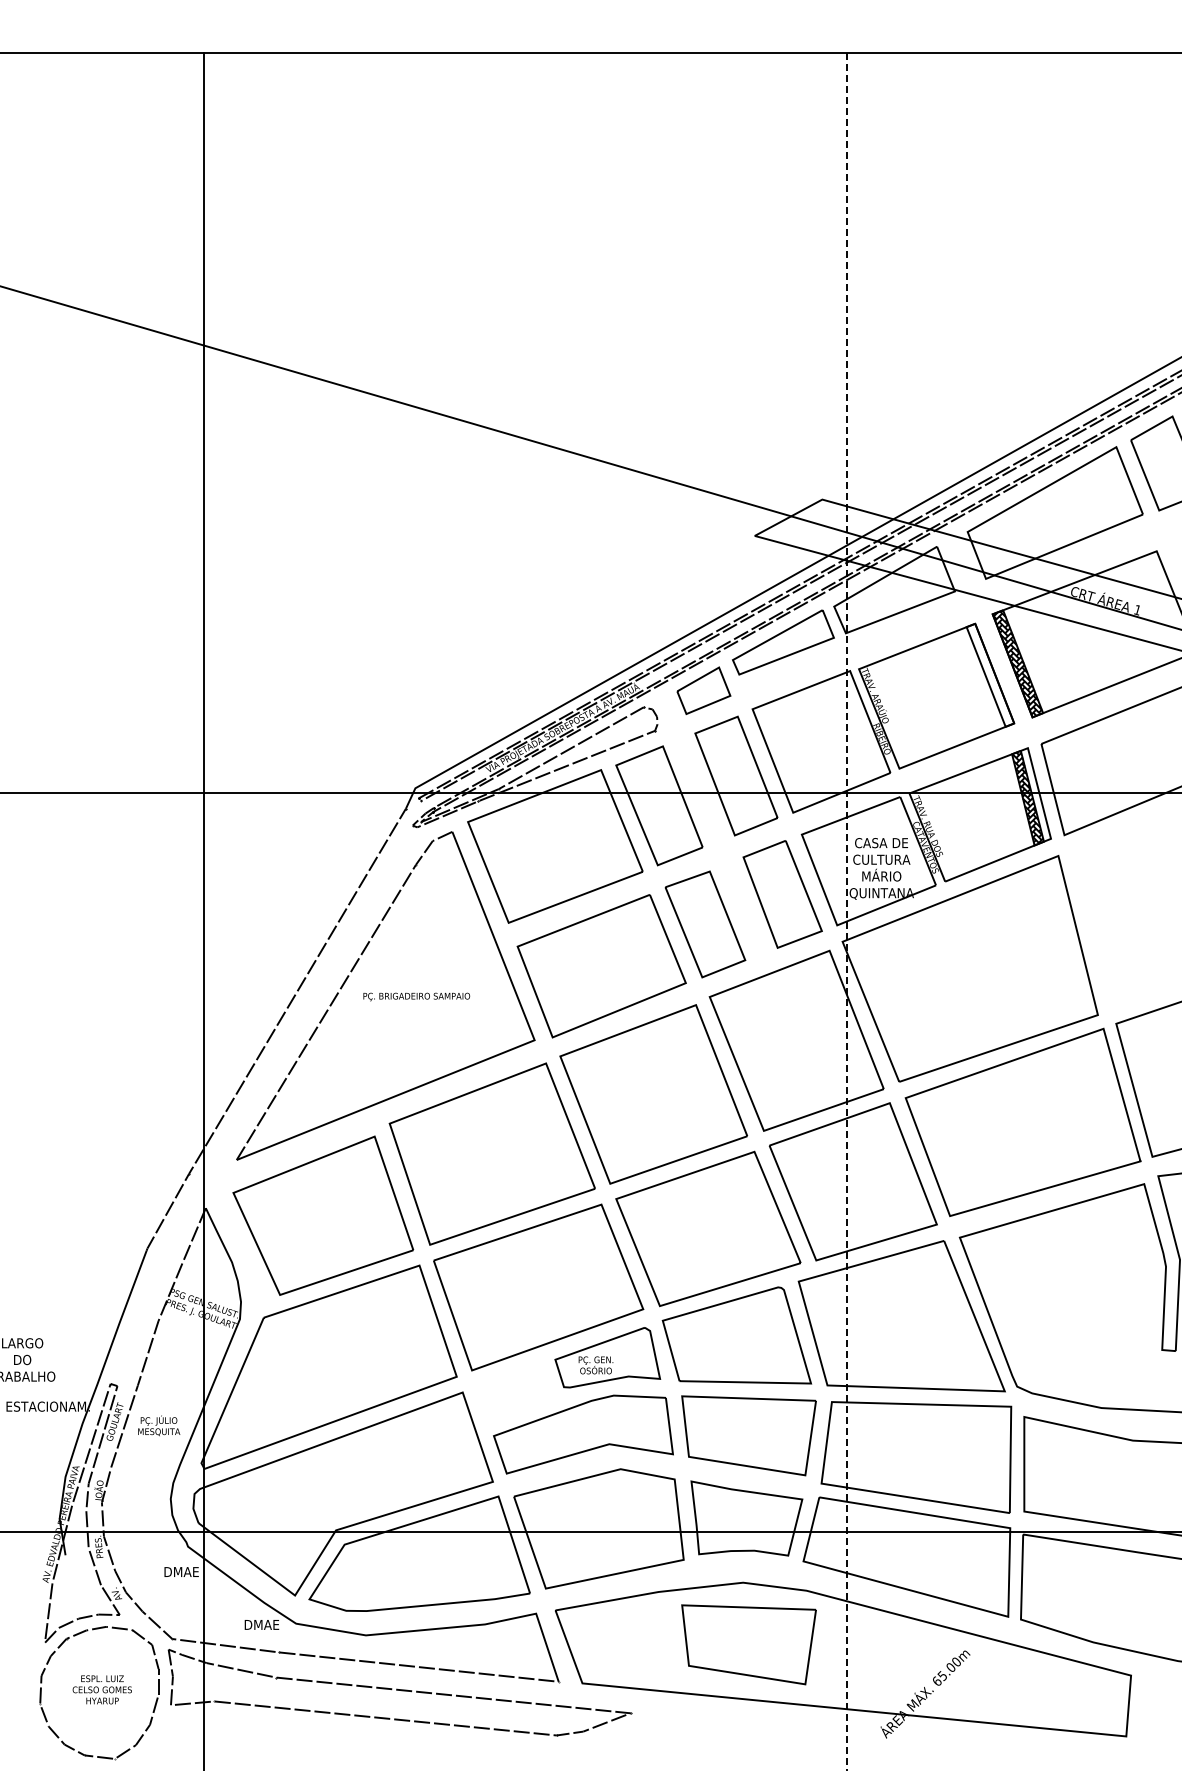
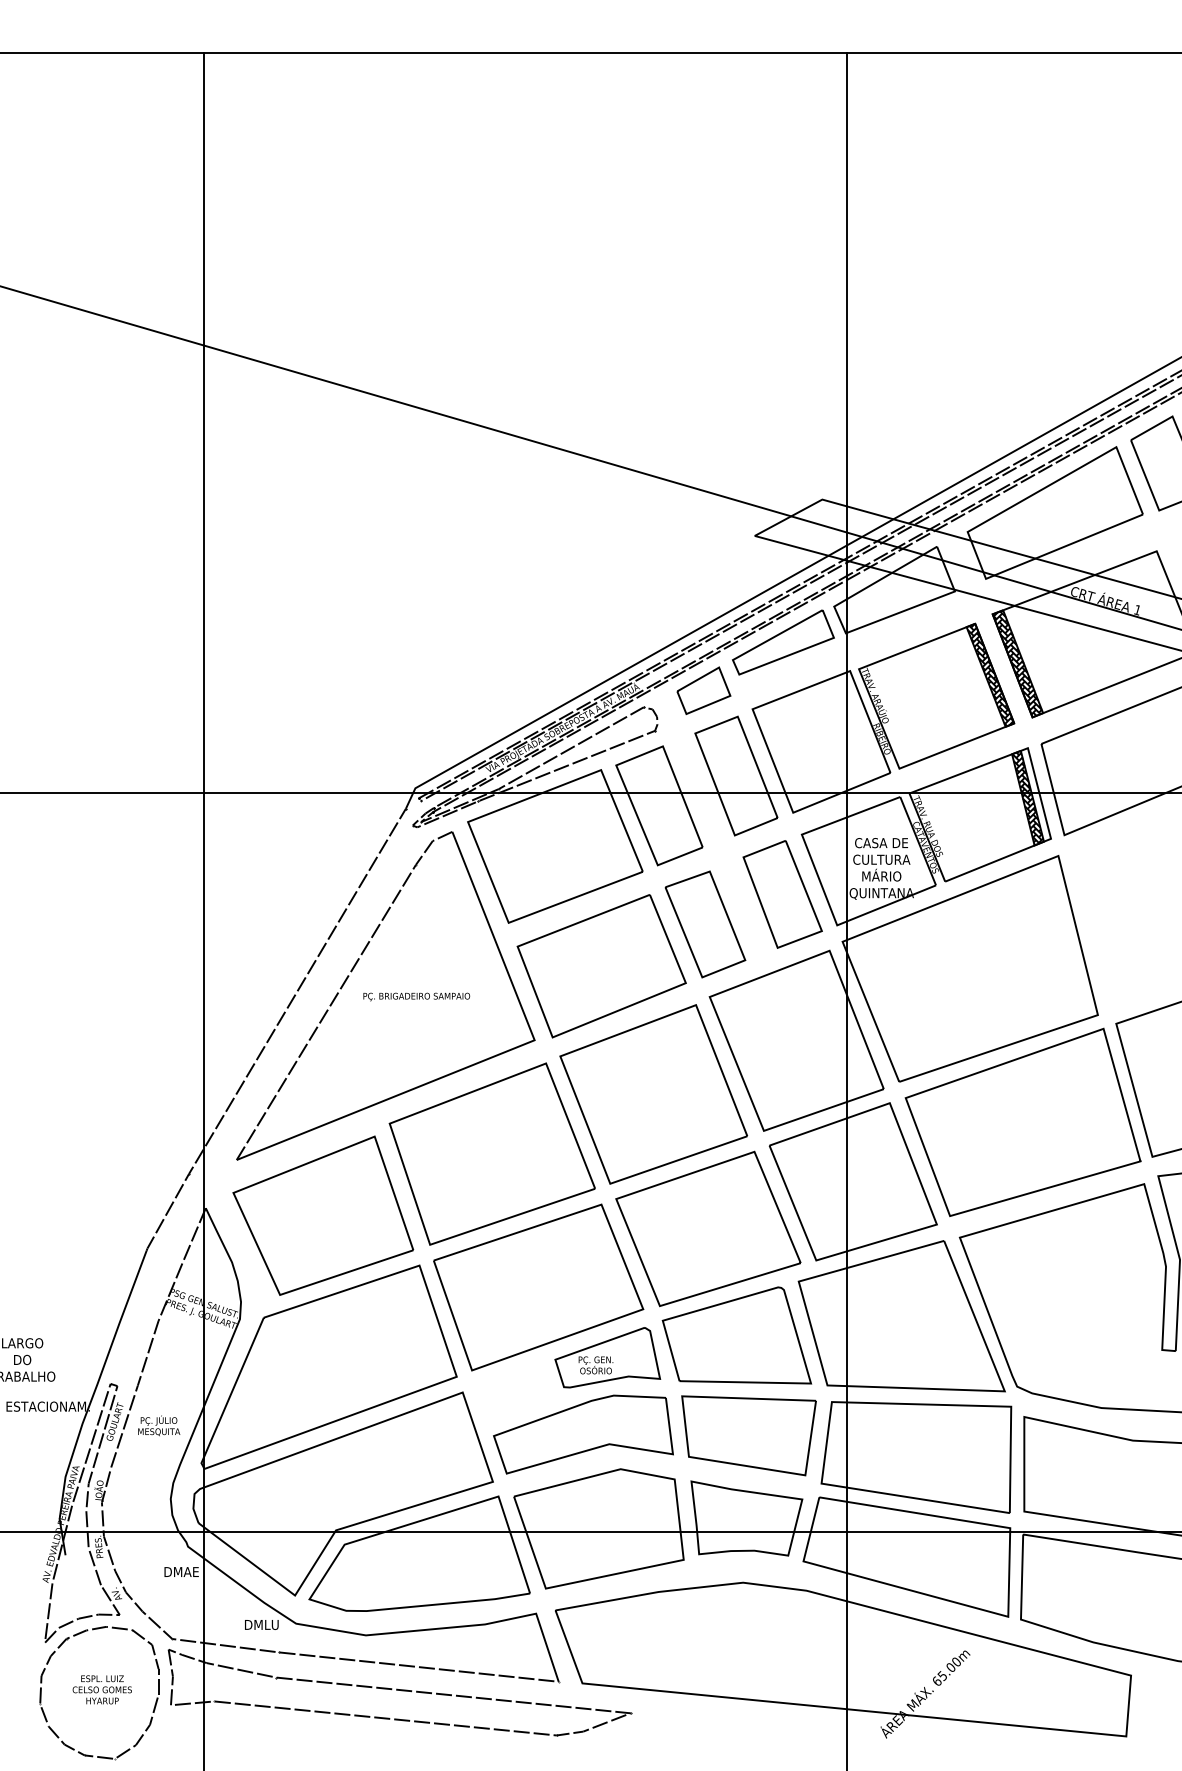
hatch at (990, 674): none -> present
line at (846, 912): dashed -> solid
text at (261, 1625): DMAE -> DMLU
part at (748, 1644): present -> none
